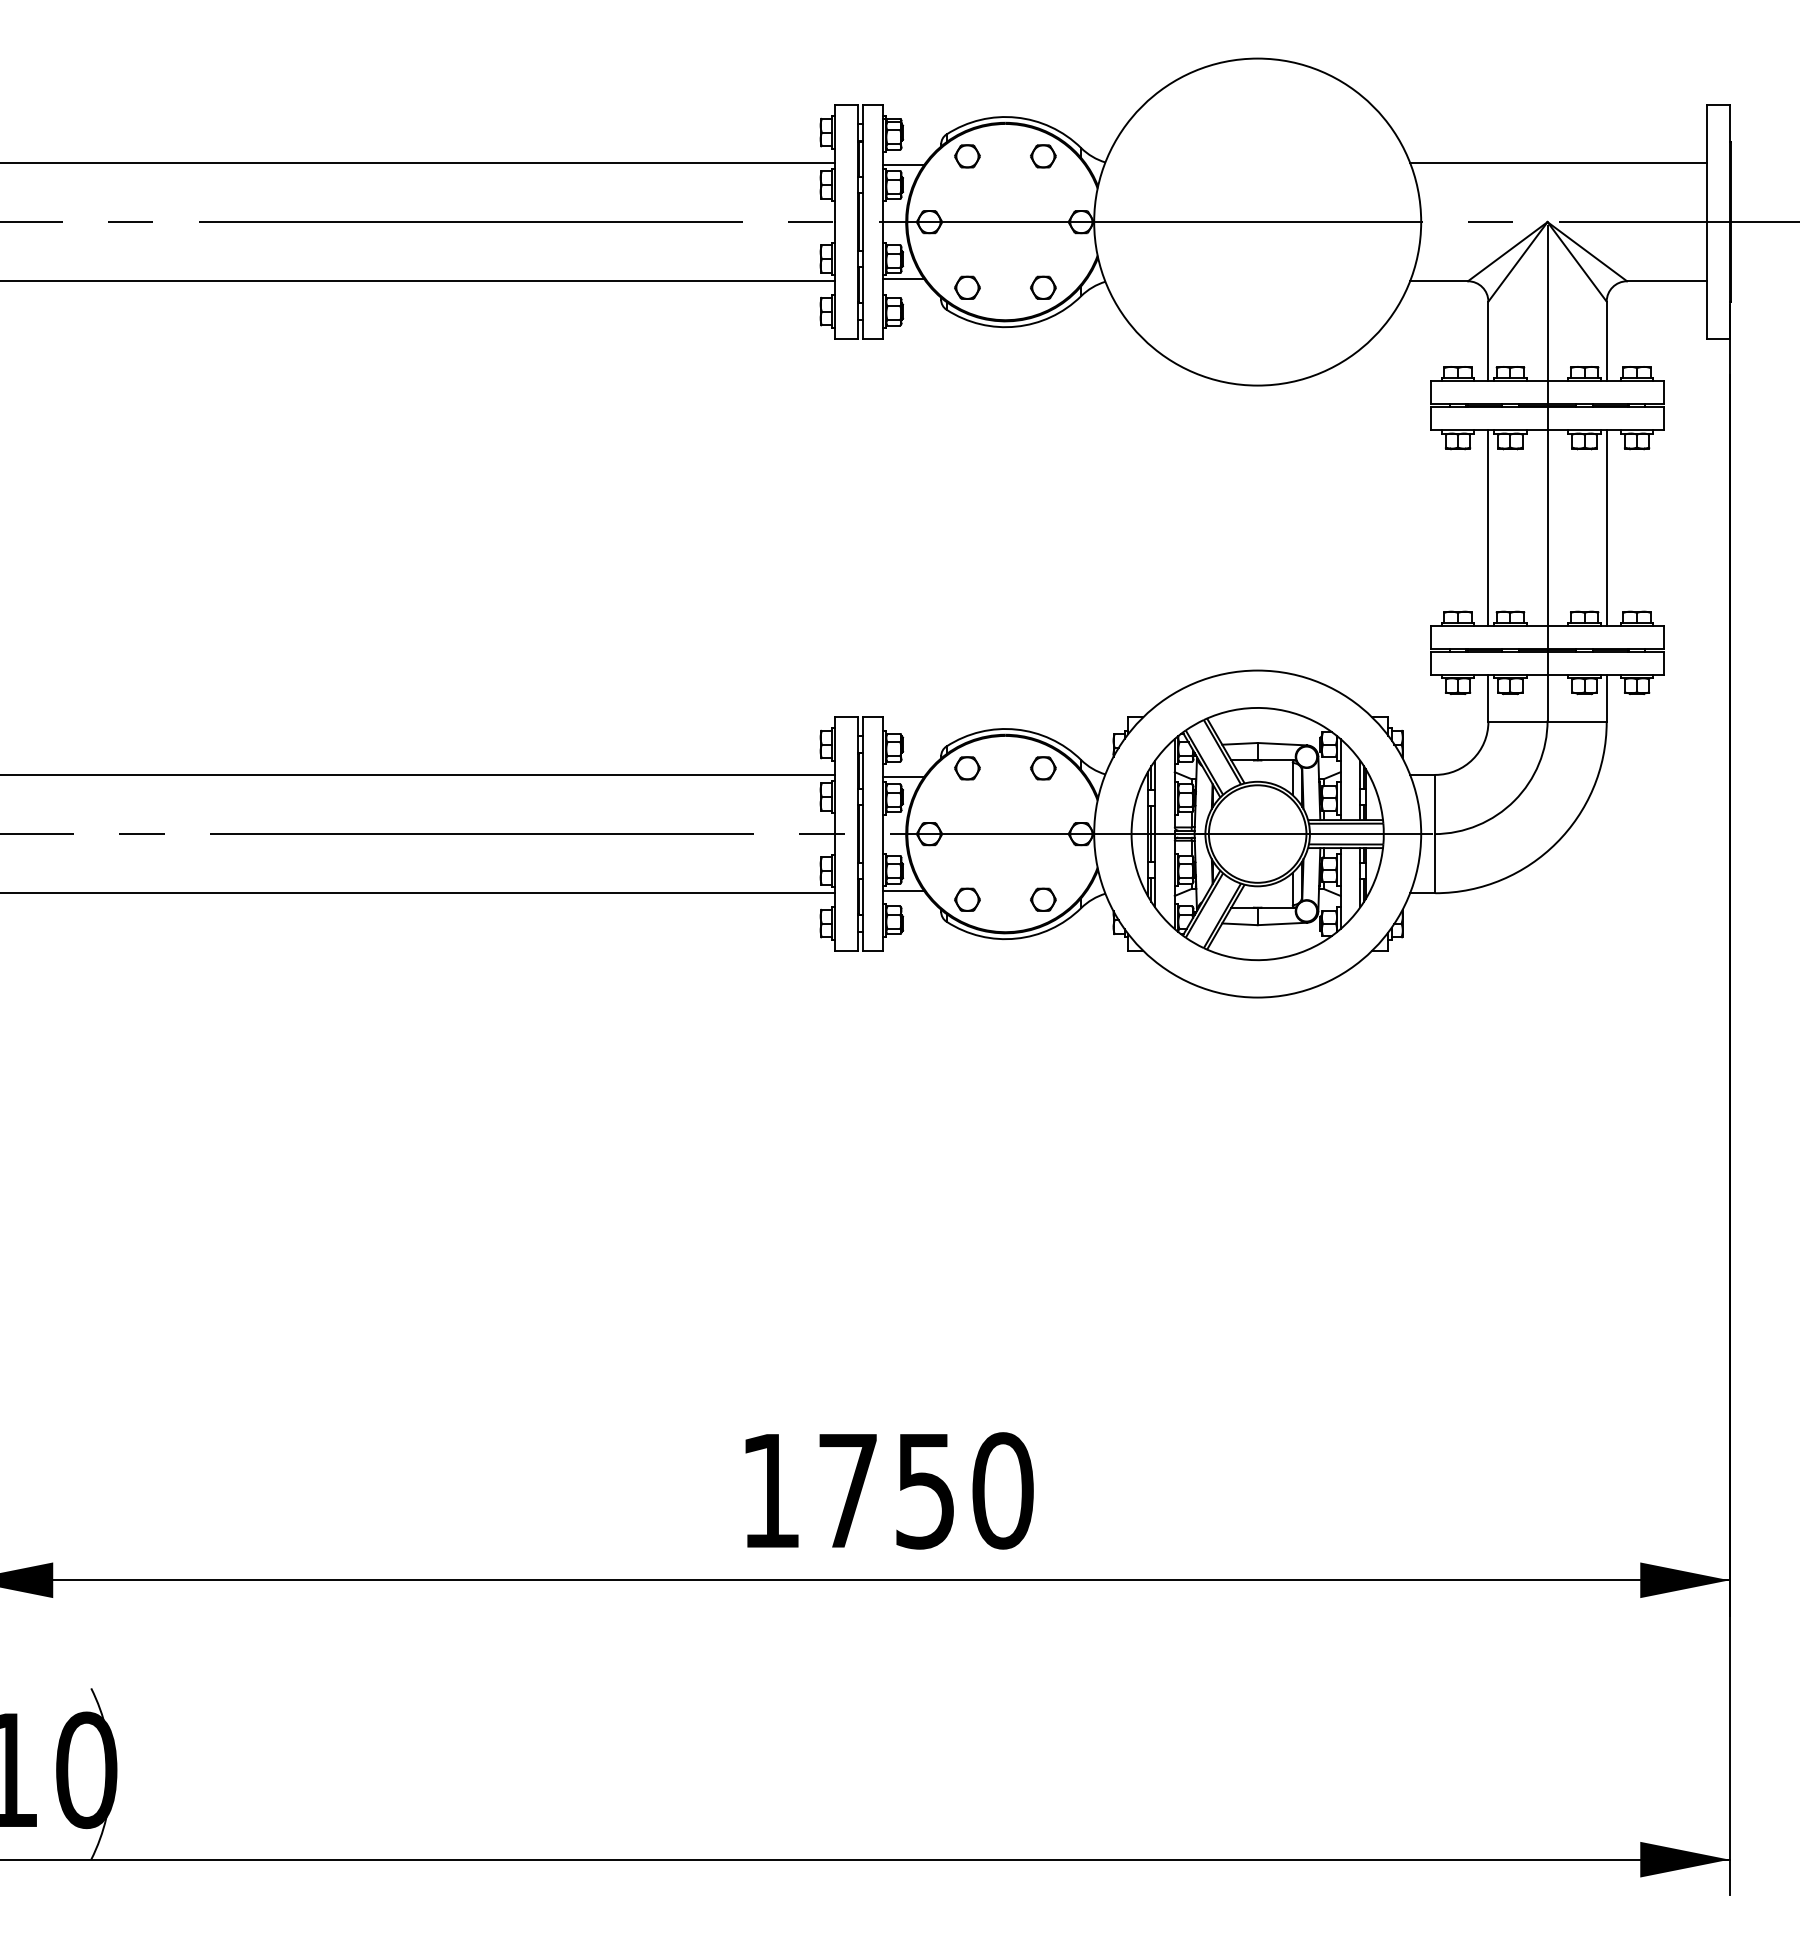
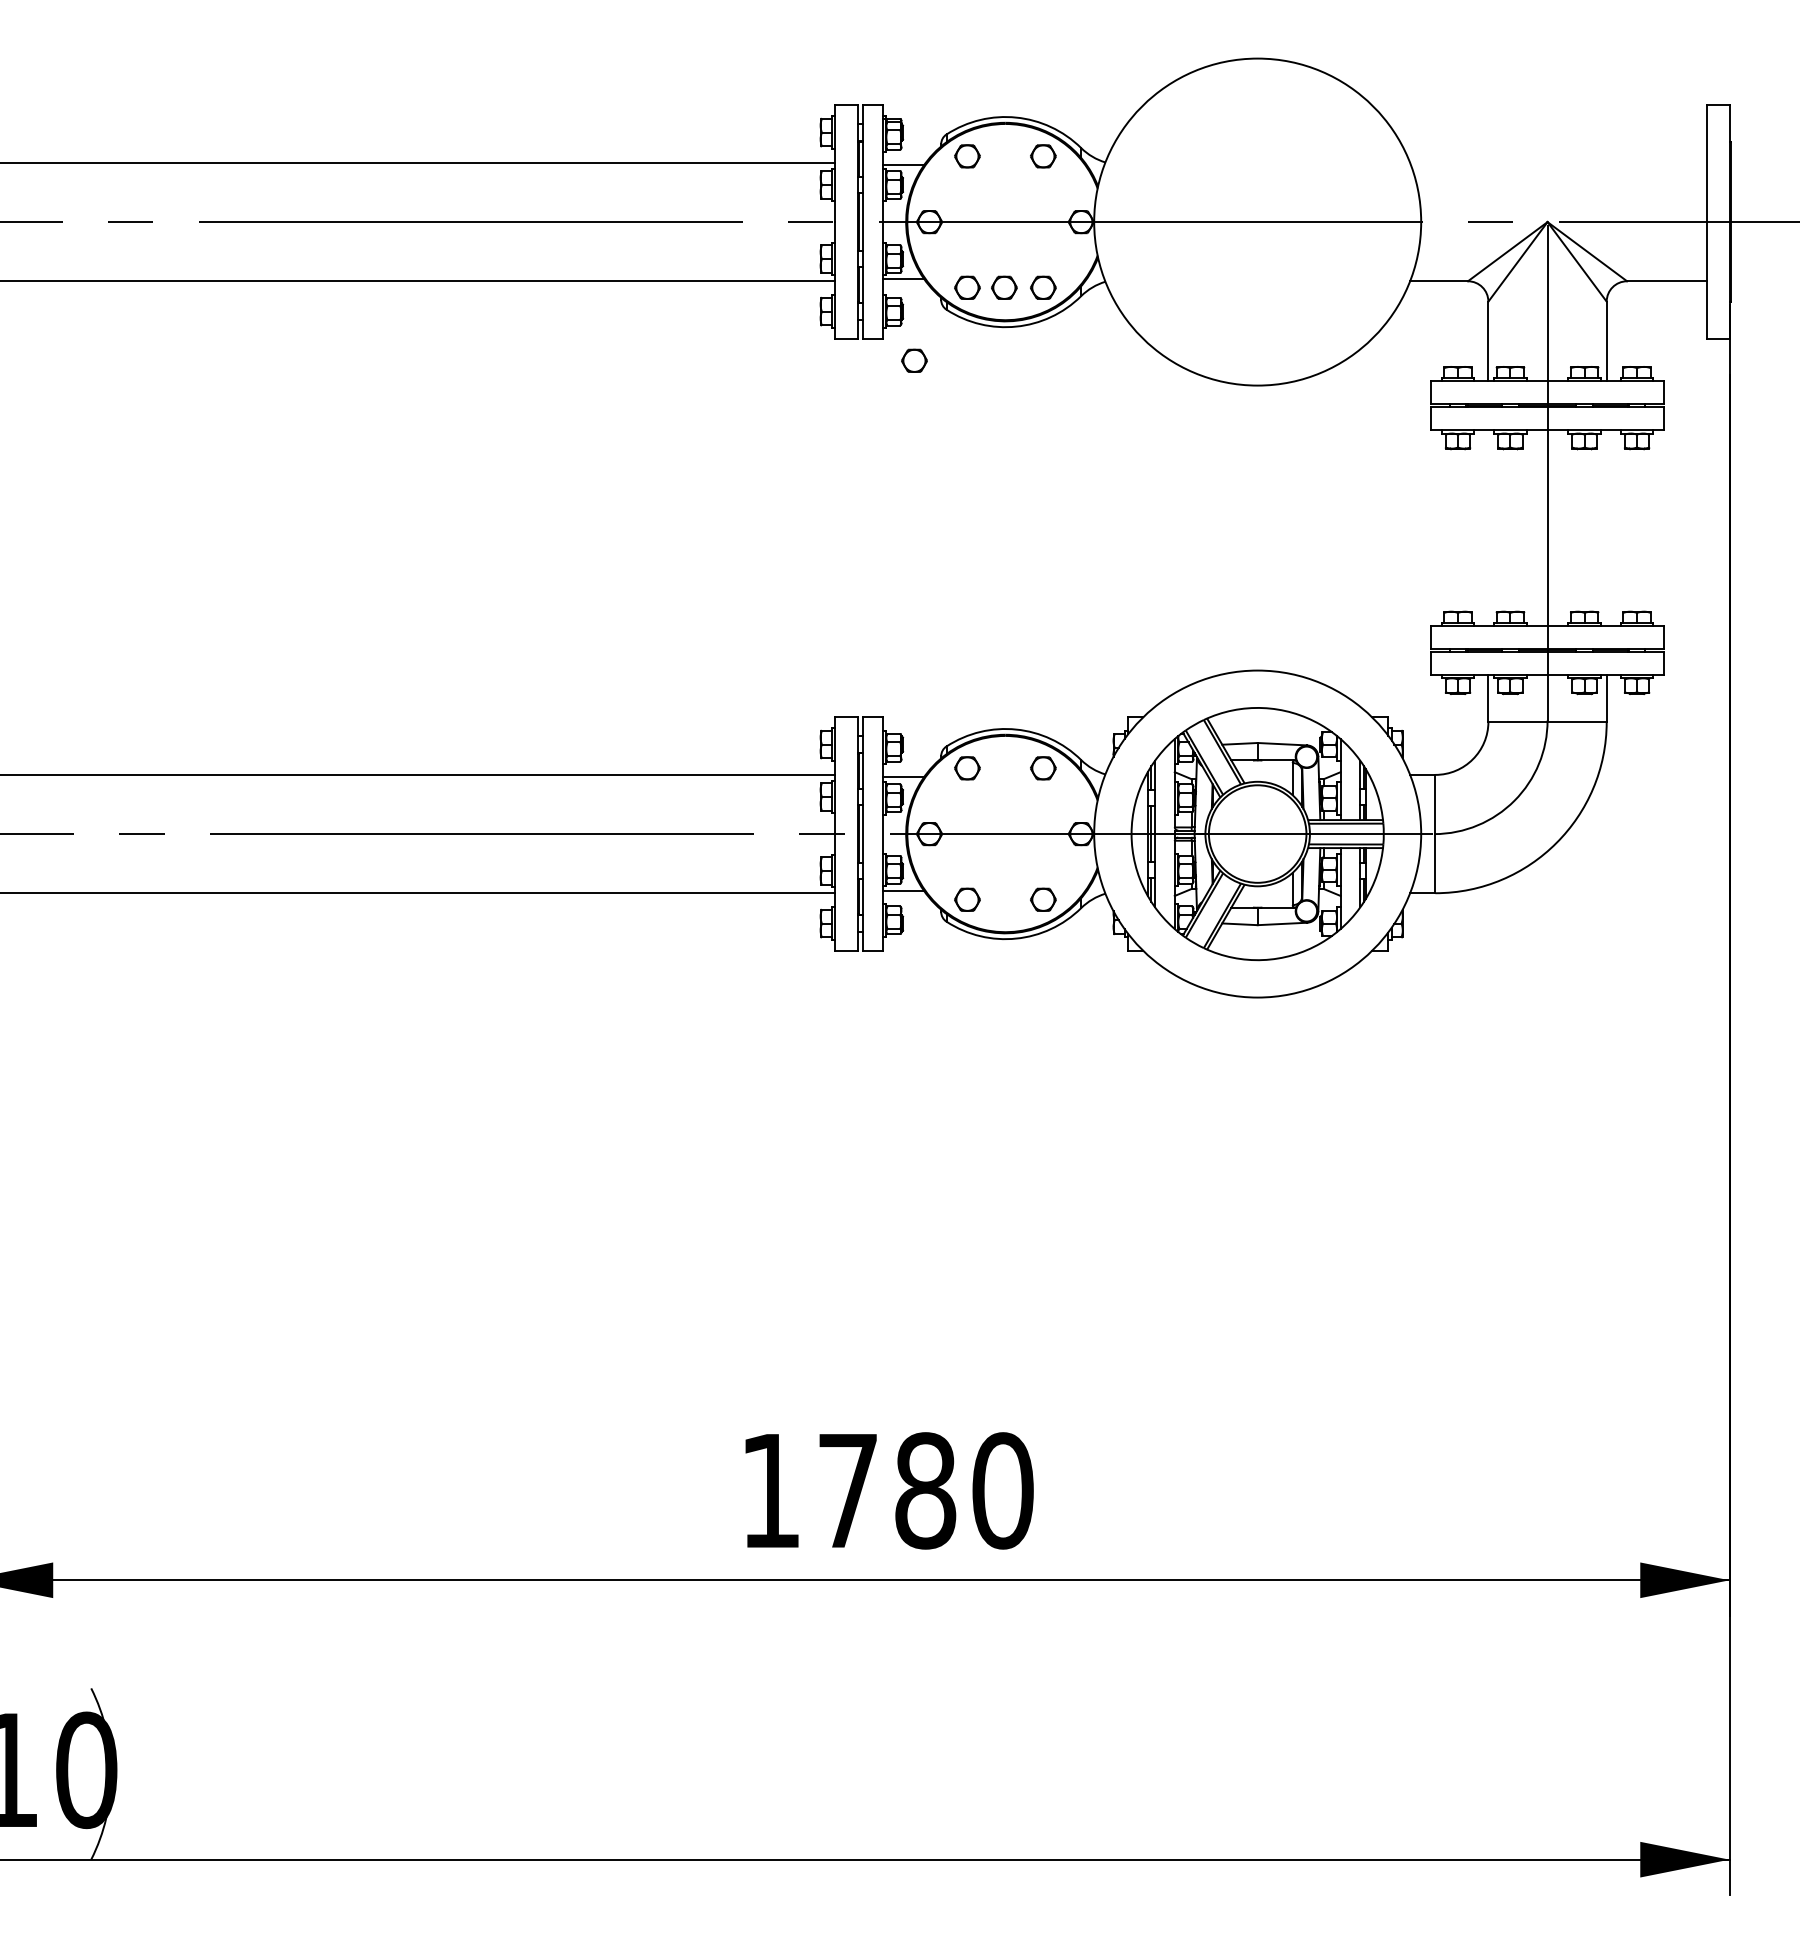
line at (1558, 162): present -> none
part at (1004, 287): none -> present
part at (914, 360): none -> present
line at (1488, 527): present -> none
line at (1606, 527): present -> none
text at (925, 1490): 1750 -> 1780
